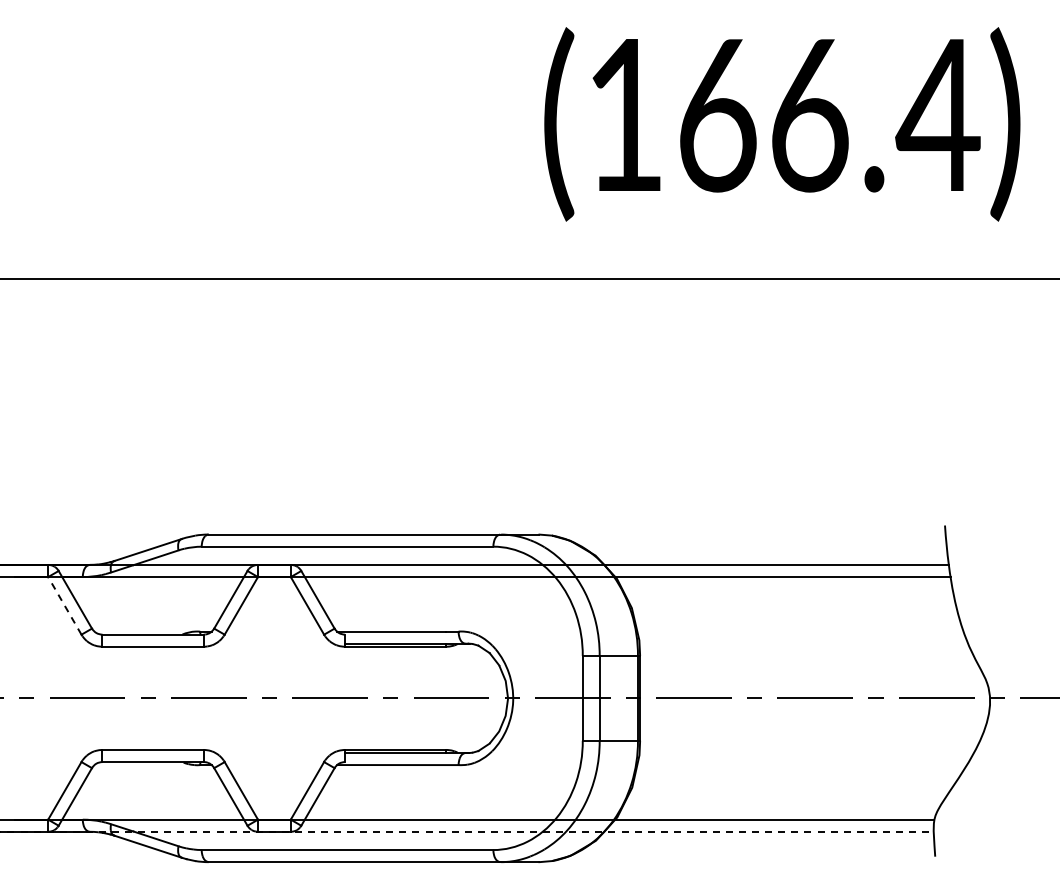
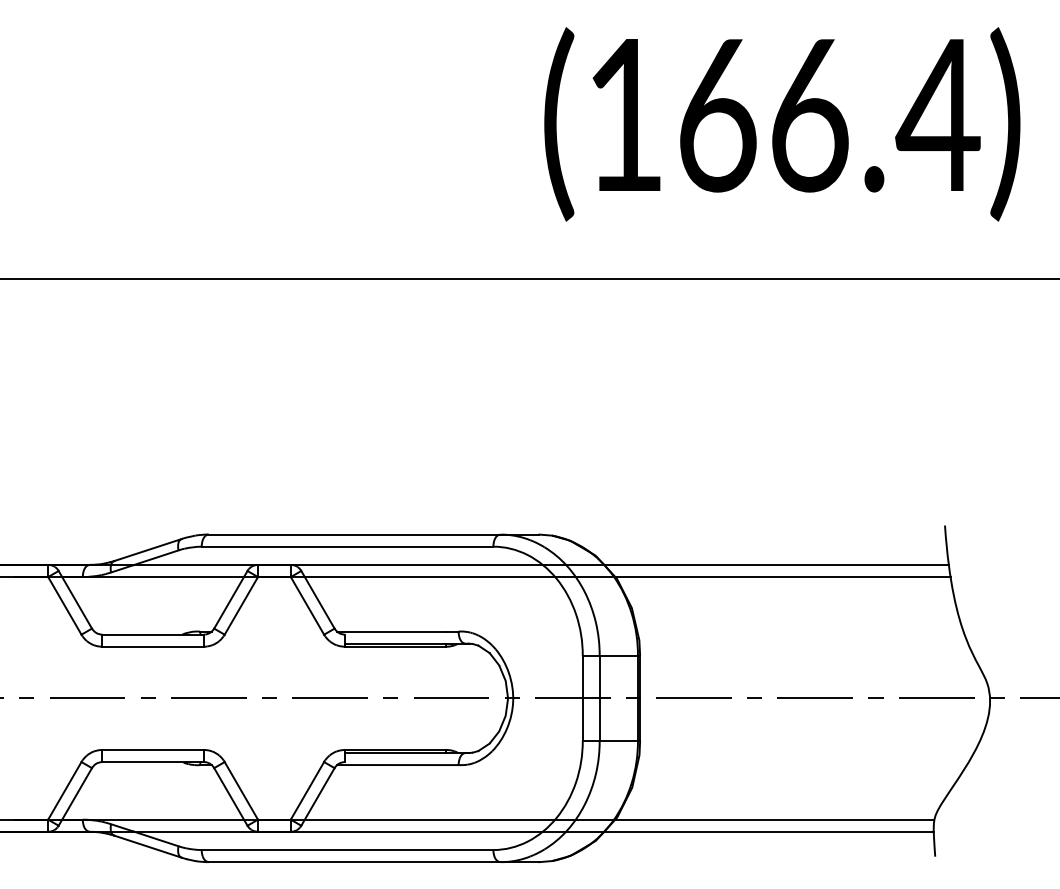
line at (64, 605): dashed -> solid
line at (467, 831): dashed -> solid
